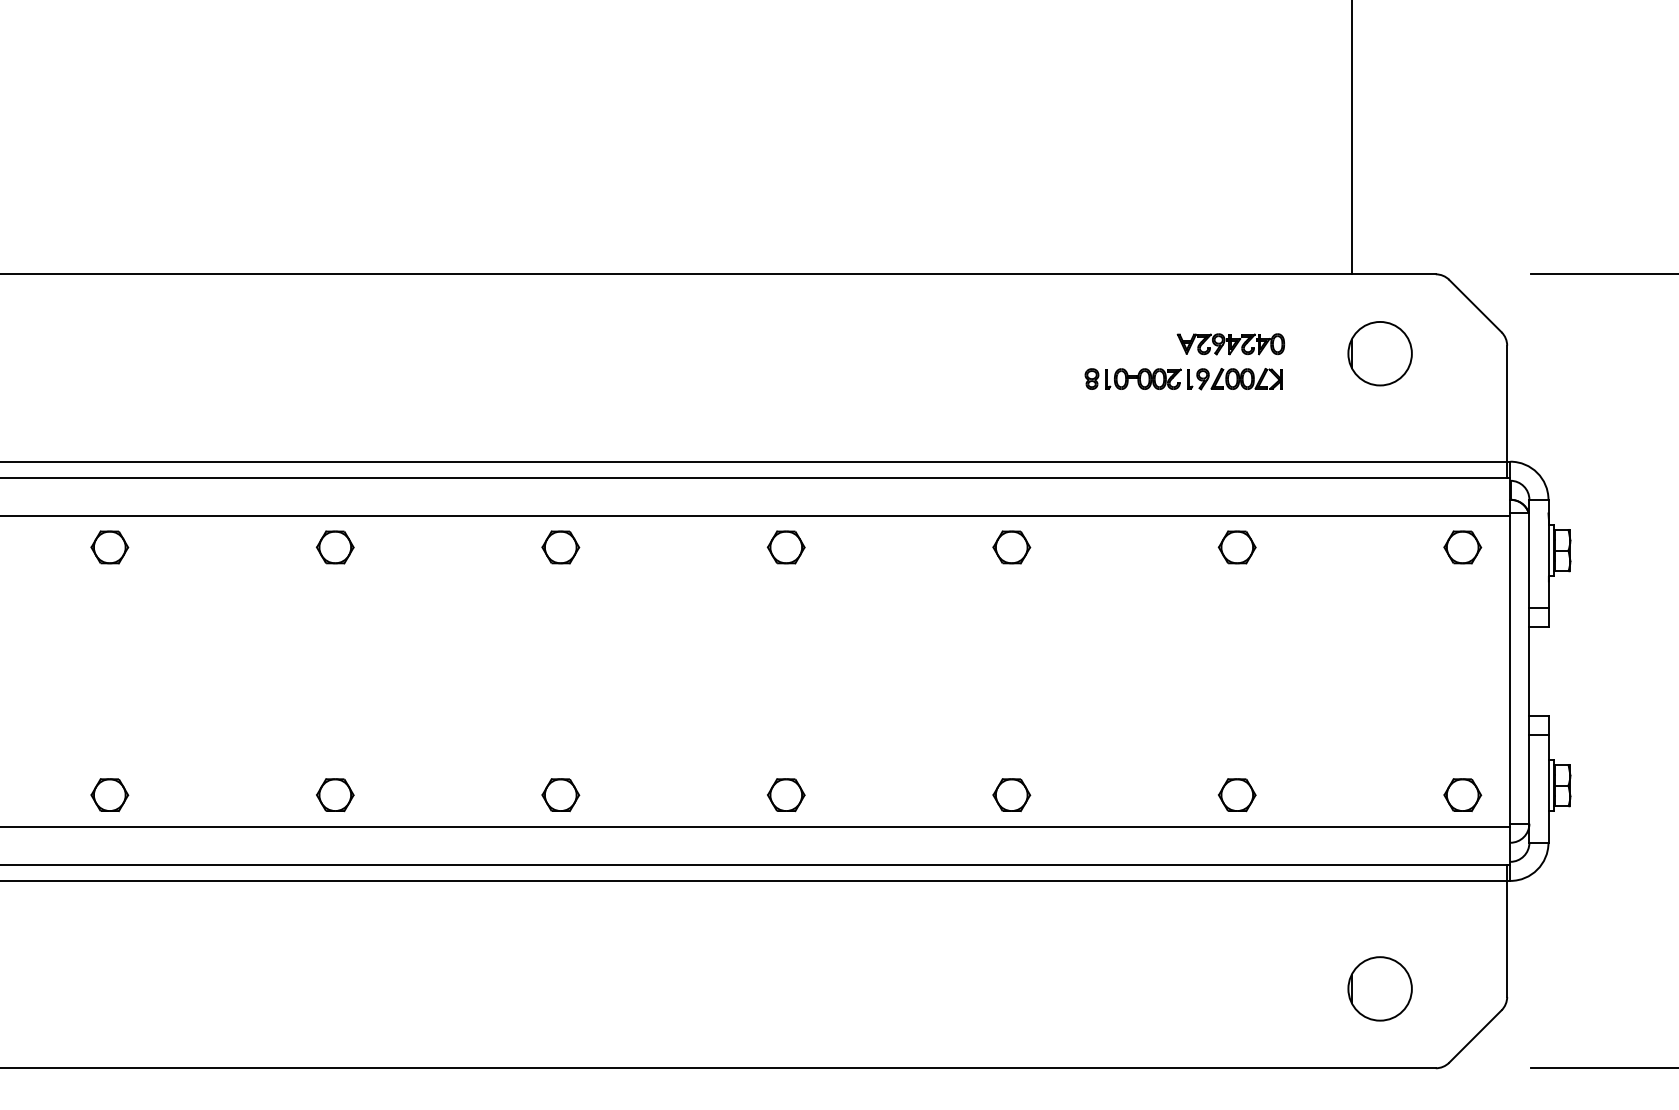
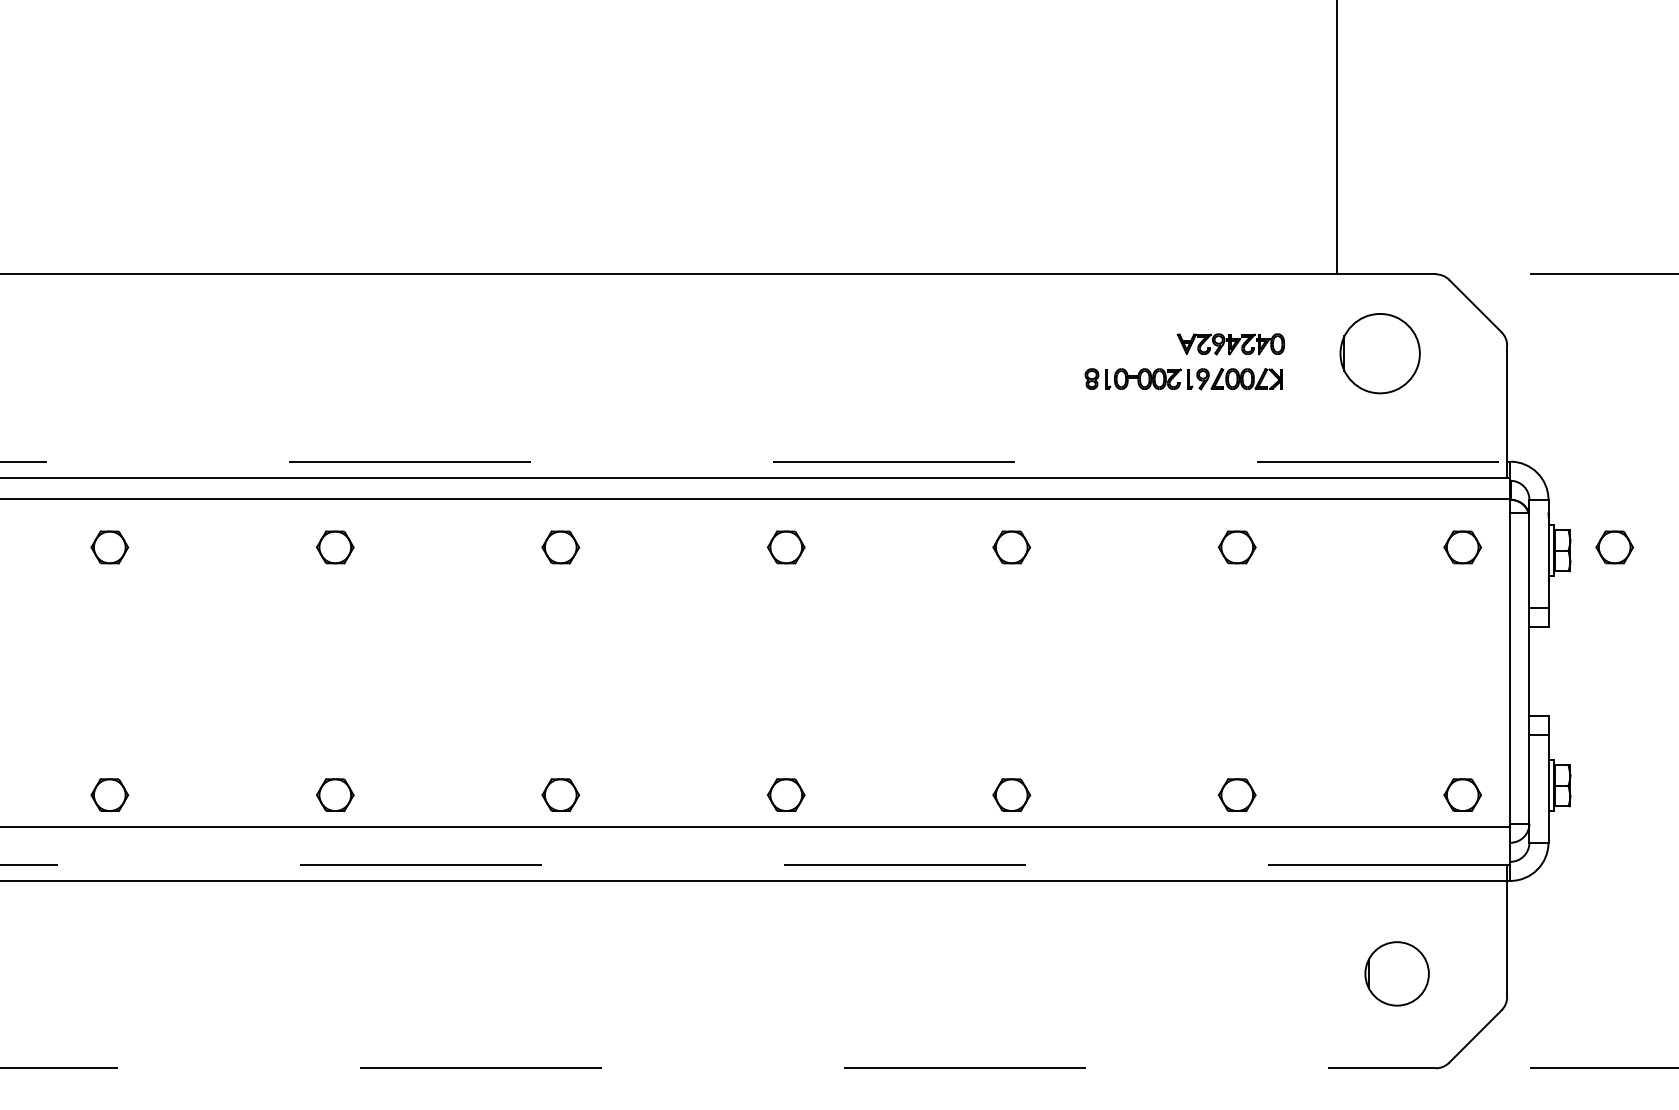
line at (1351, 138) position: (1351, 138) -> (1336, 138)
part at (1379, 353) size: 66x66 px -> 82x82 px
line at (754, 461): solid -> dashed
line at (756, 515) position: (756, 515) -> (756, 498)
part at (1614, 547): none -> present
line at (755, 865): solid -> dashed
part at (1379, 988) position: (1379, 988) -> (1396, 973)
line at (718, 1068): solid -> dashed
